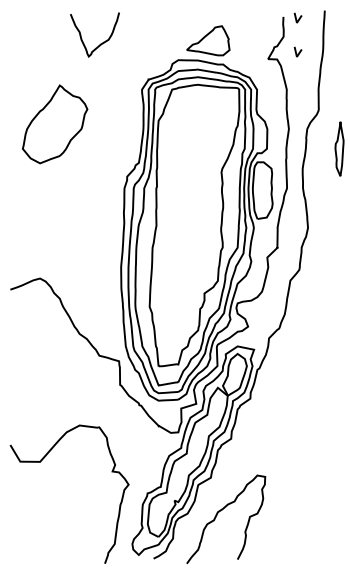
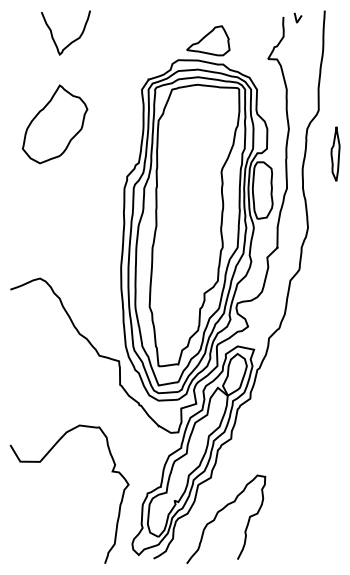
curve at (100, 43) position: (100, 43) -> (71, 41)
line at (296, 51): present -> none
part at (339, 148) position: (339, 148) -> (335, 153)
